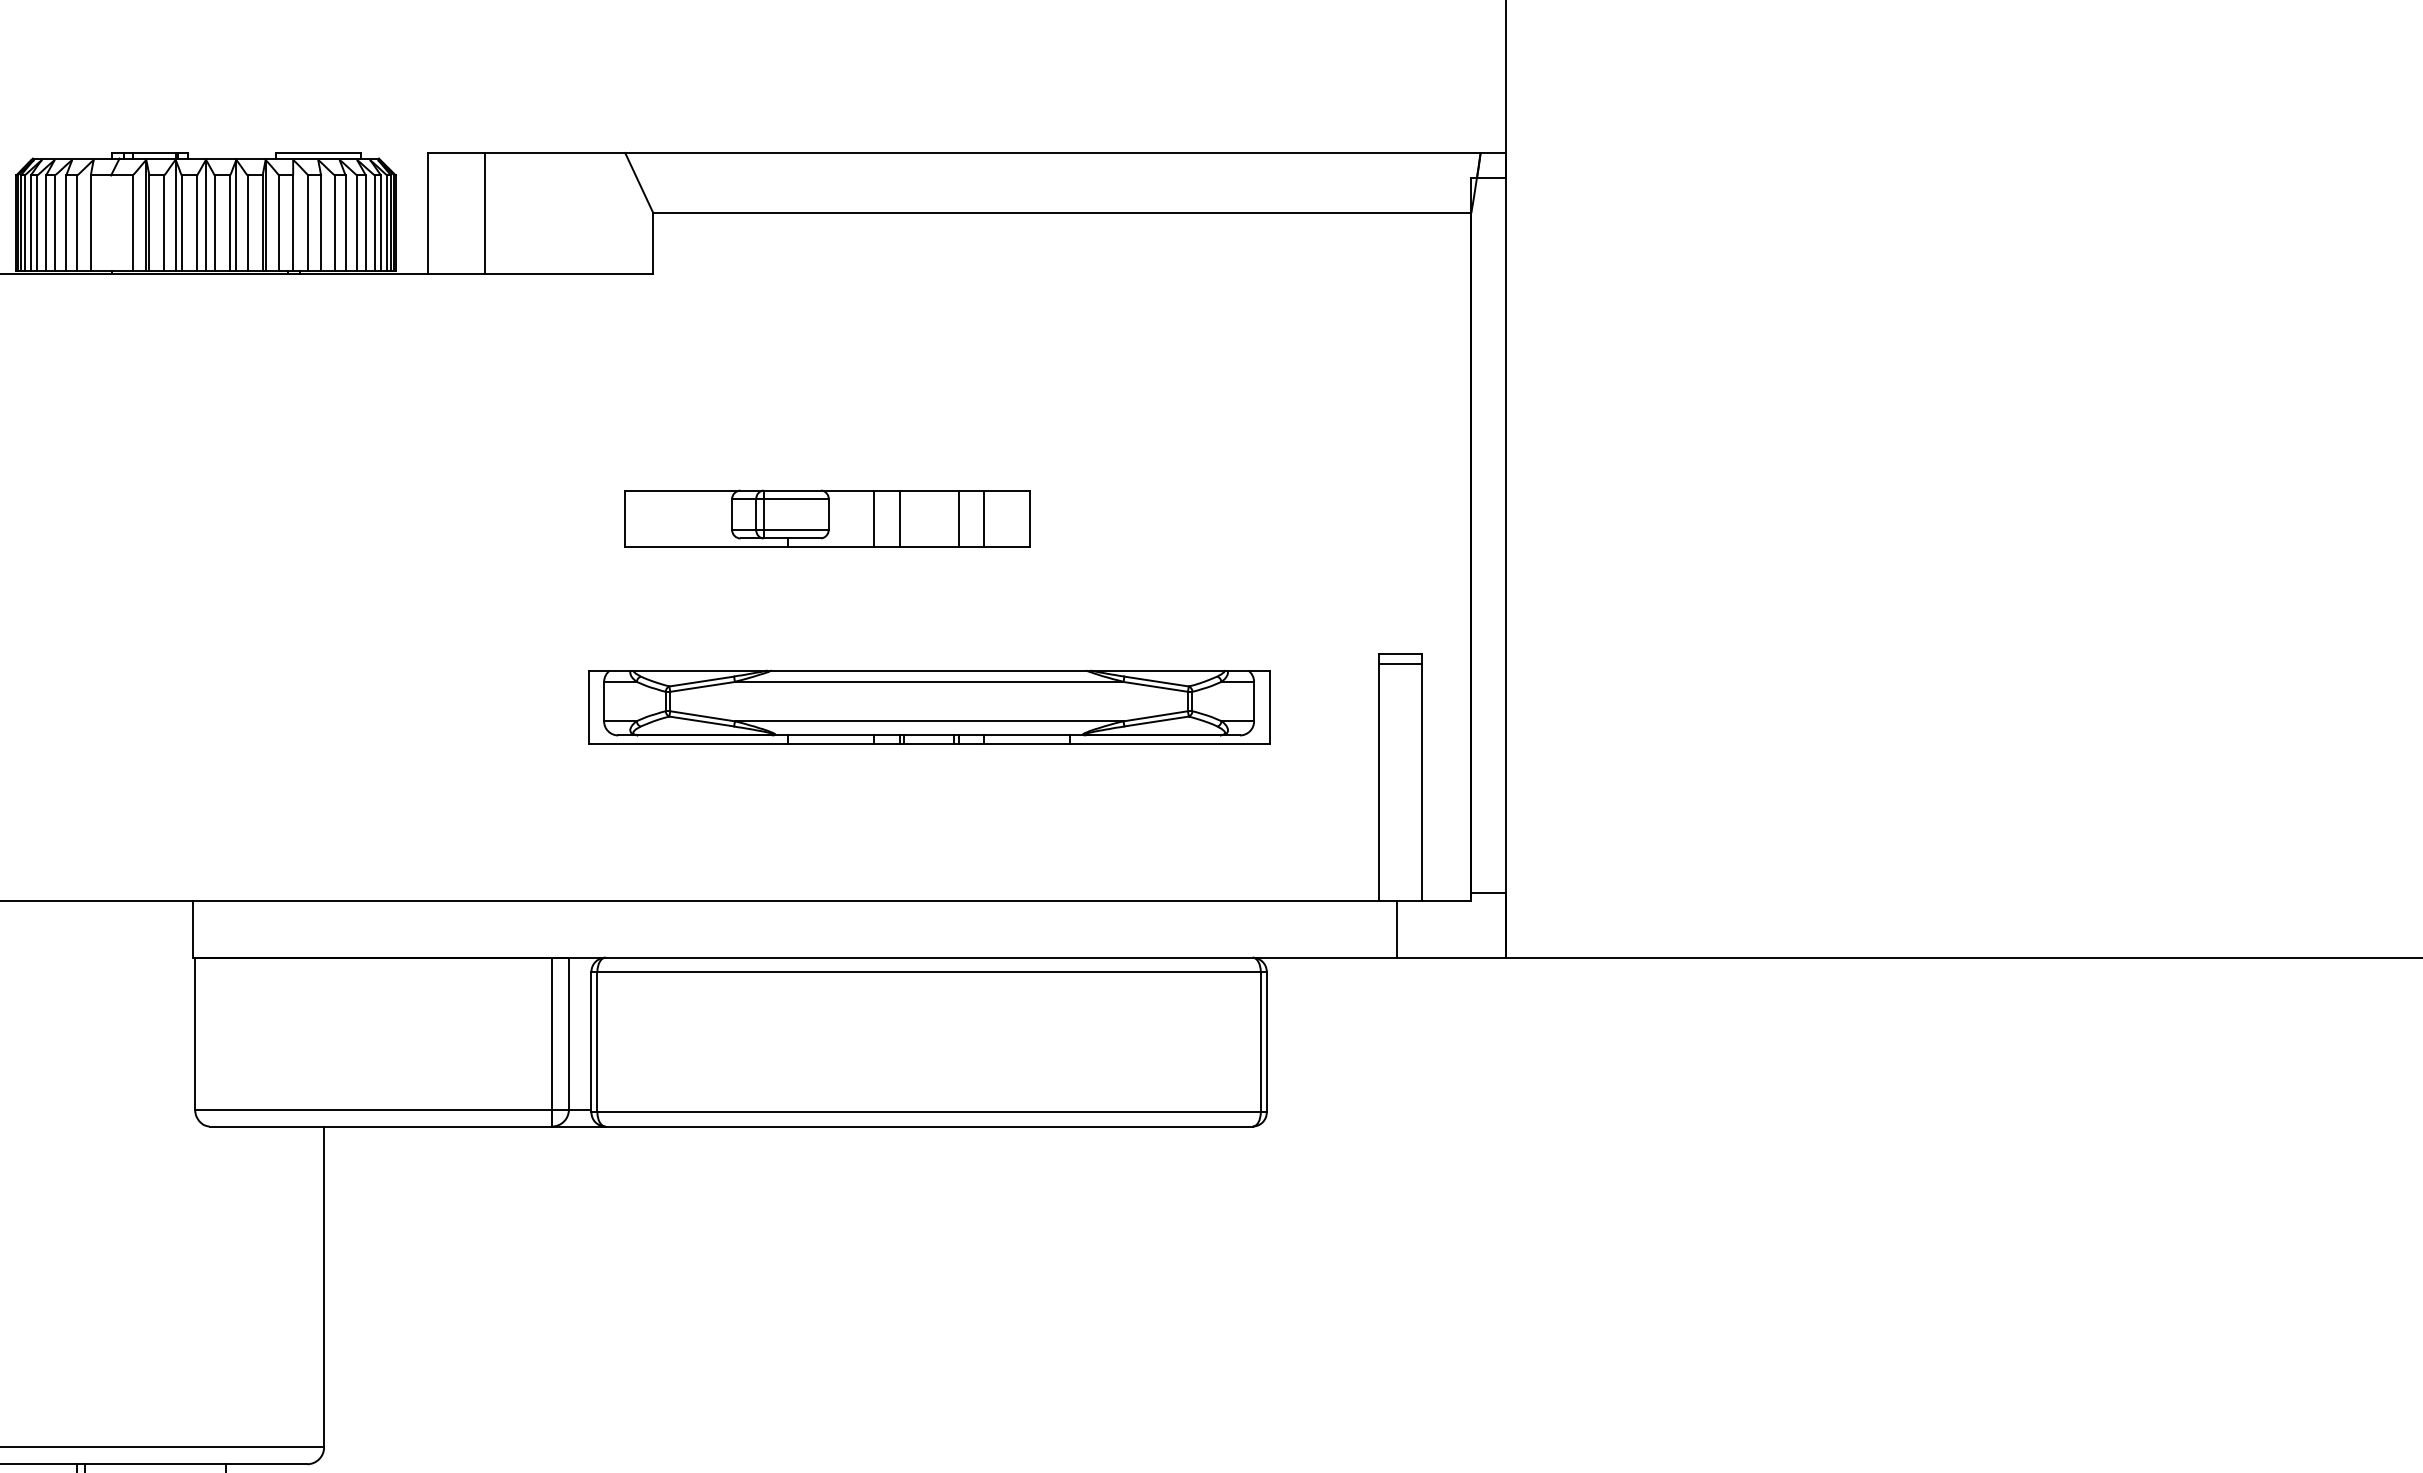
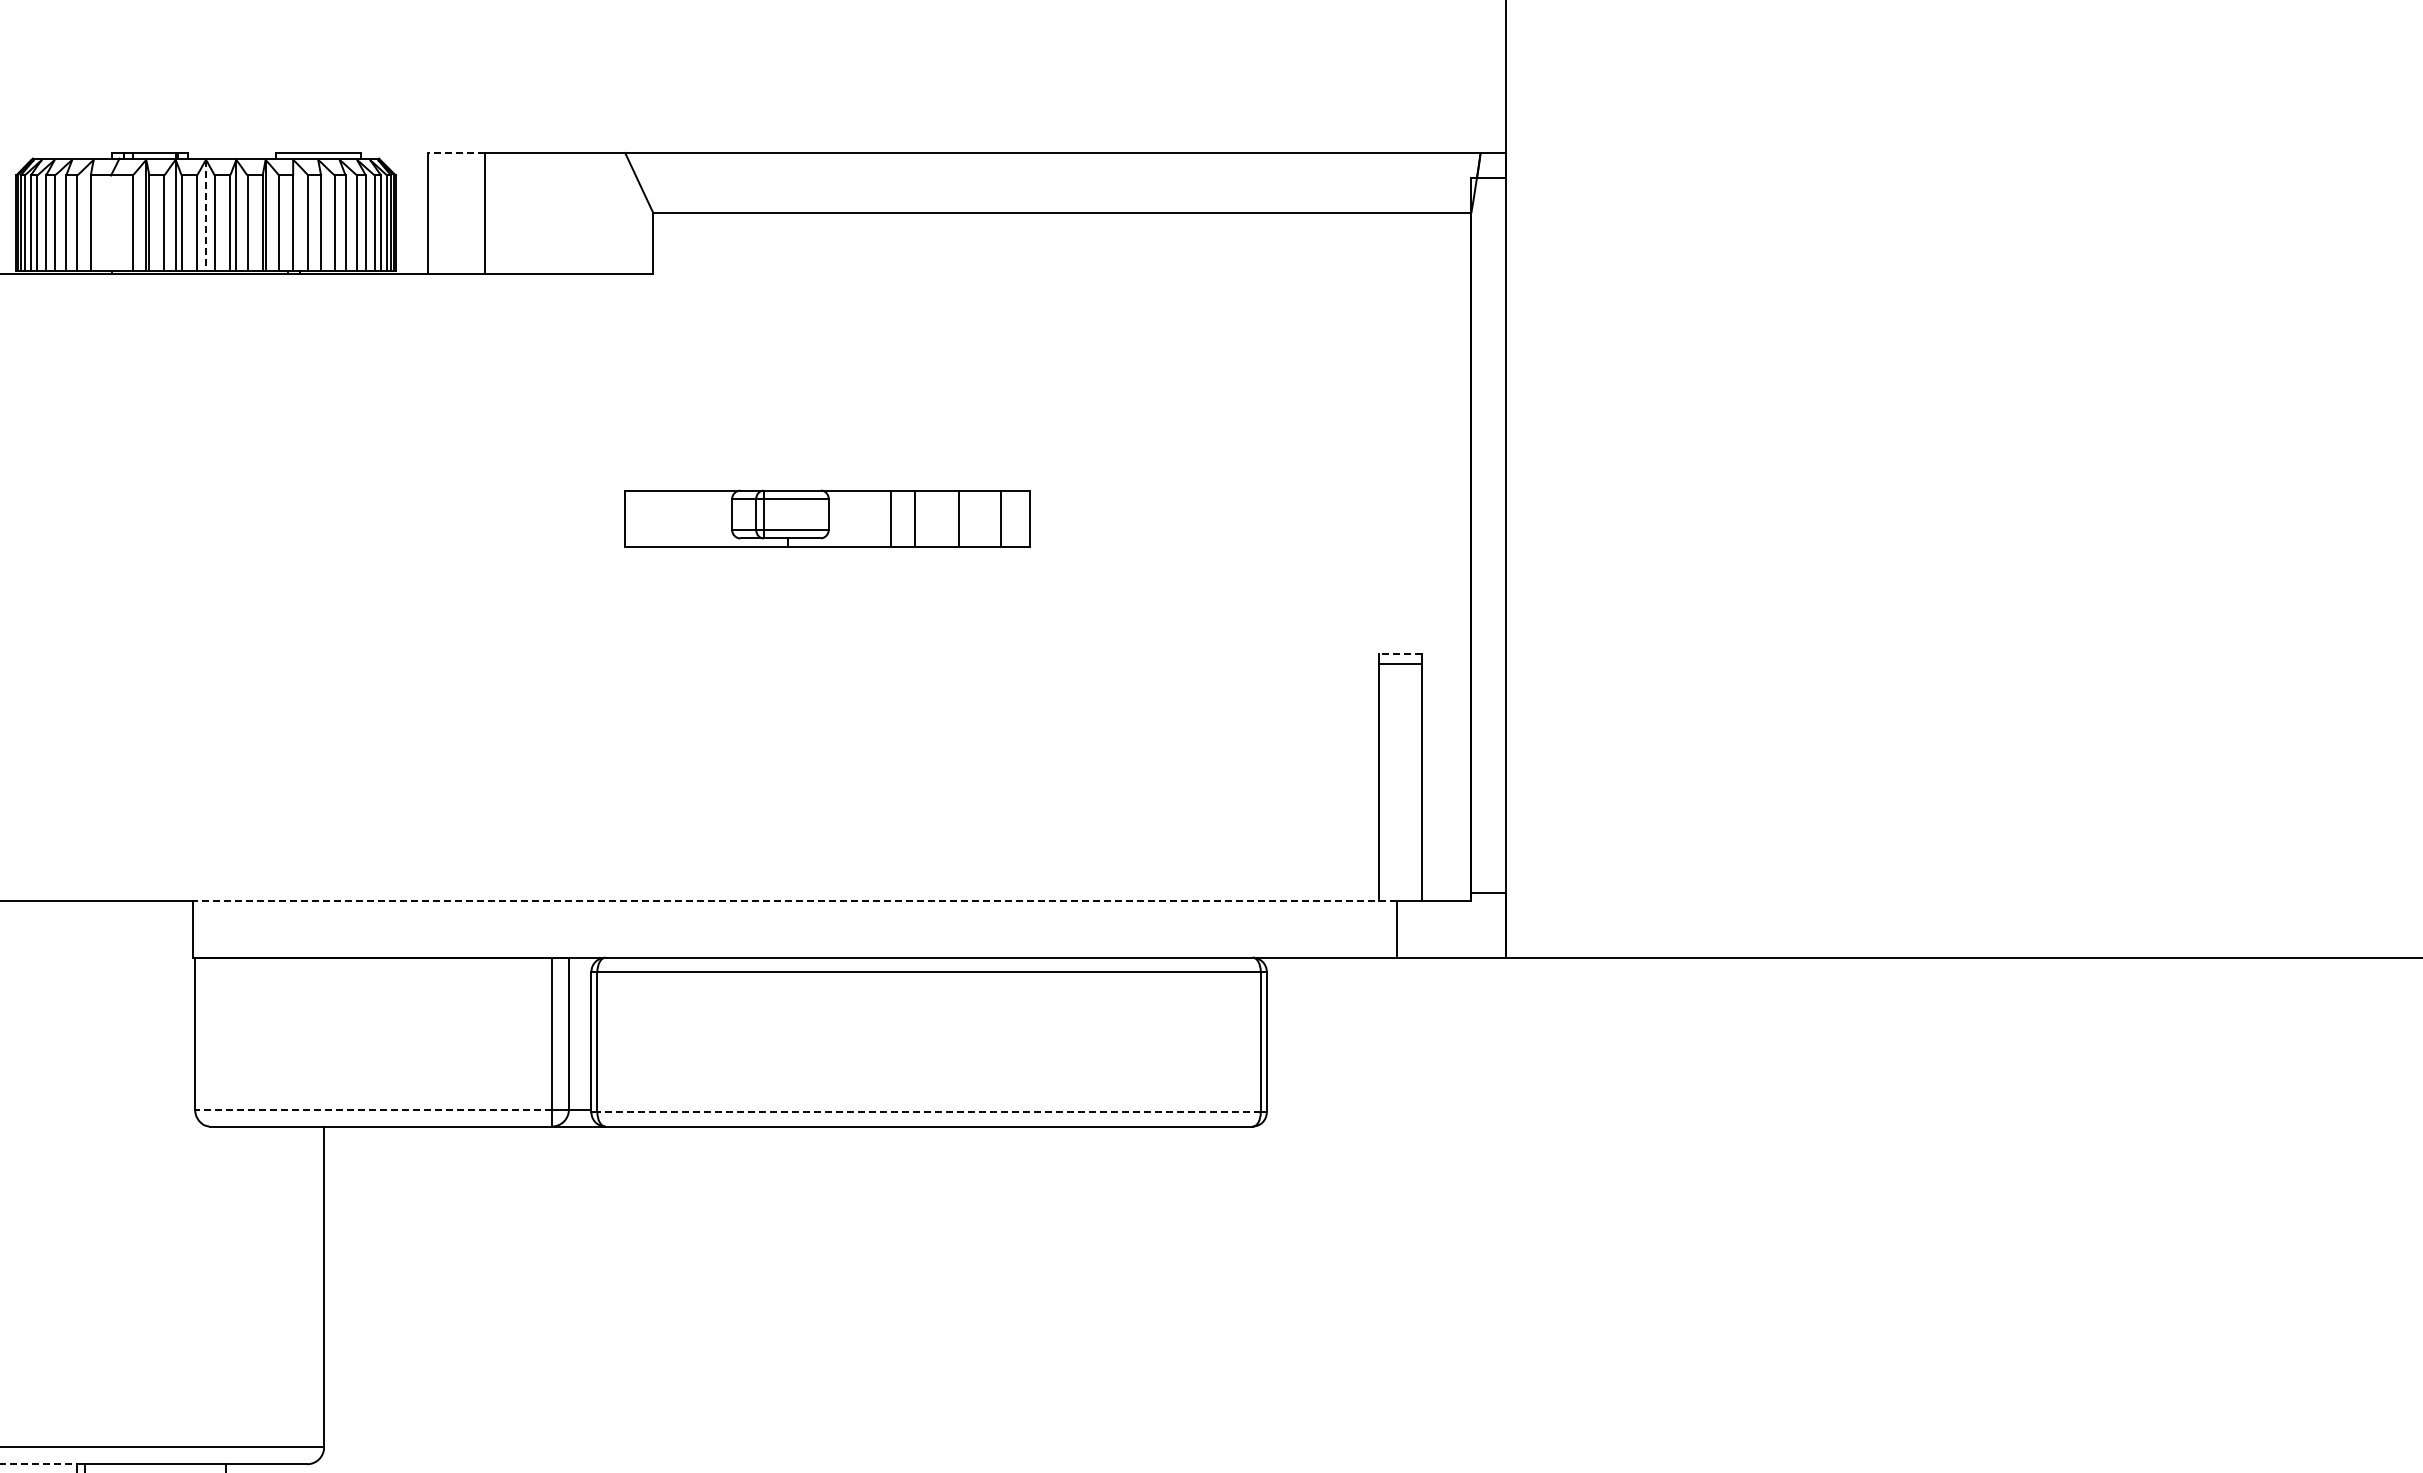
line at (455, 152): solid -> dashed
line at (205, 215): solid -> dashed
line at (873, 518) position: (873, 518) -> (890, 518)
line at (899, 518) position: (899, 518) -> (914, 518)
line at (984, 518) position: (984, 518) -> (1001, 518)
line at (1399, 653): solid -> dashed
part at (929, 706): present -> none
line at (794, 901): solid -> dashed
line at (373, 1109): solid -> dashed
line at (929, 1112): solid -> dashed
line at (38, 1464): solid -> dashed
